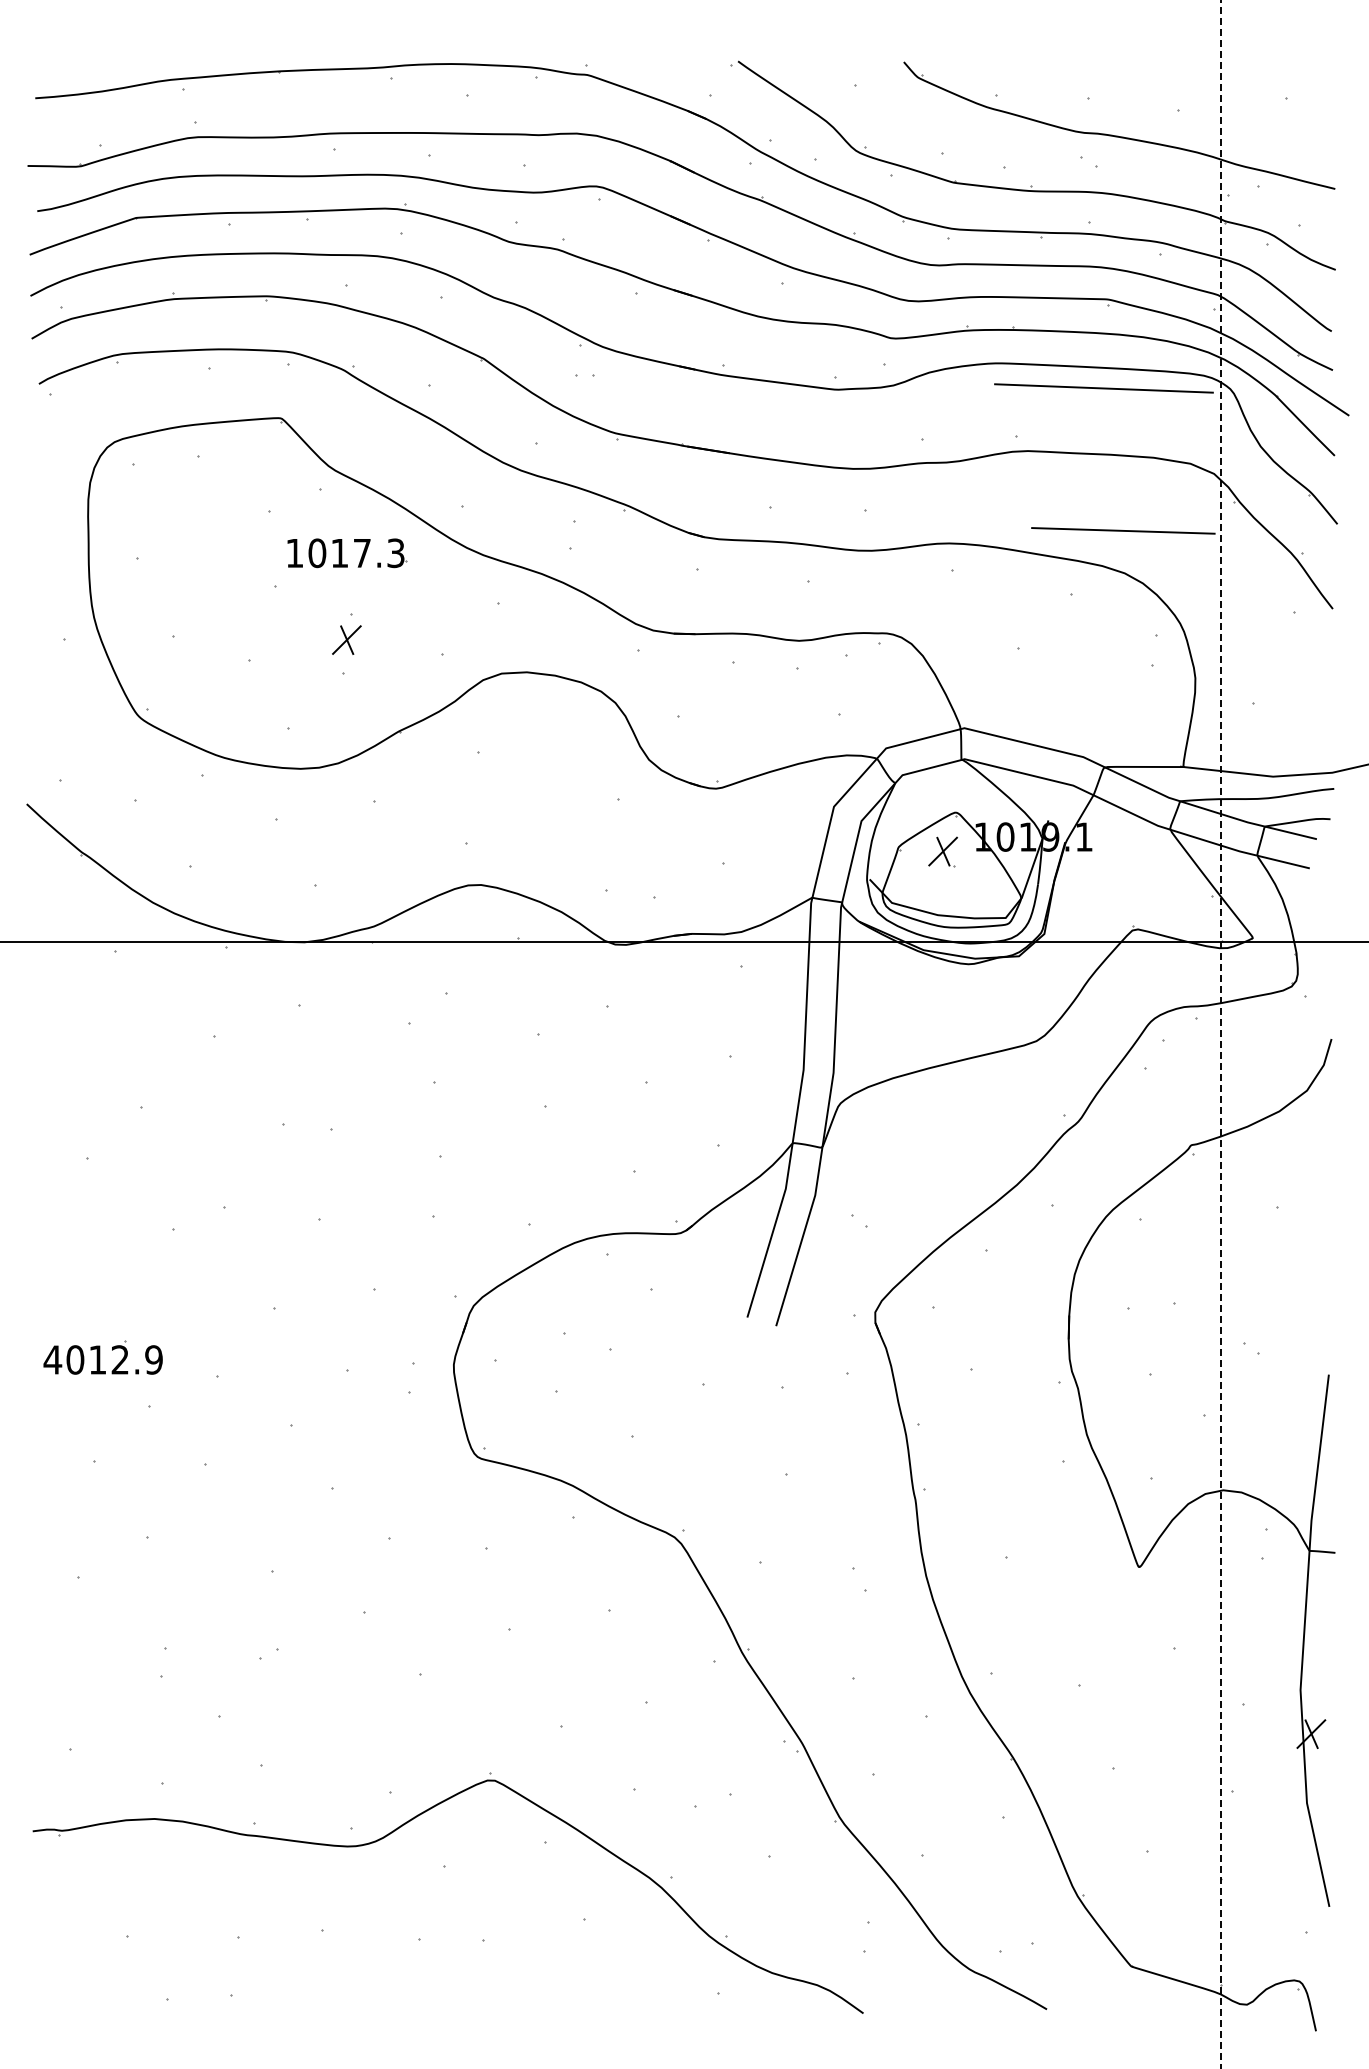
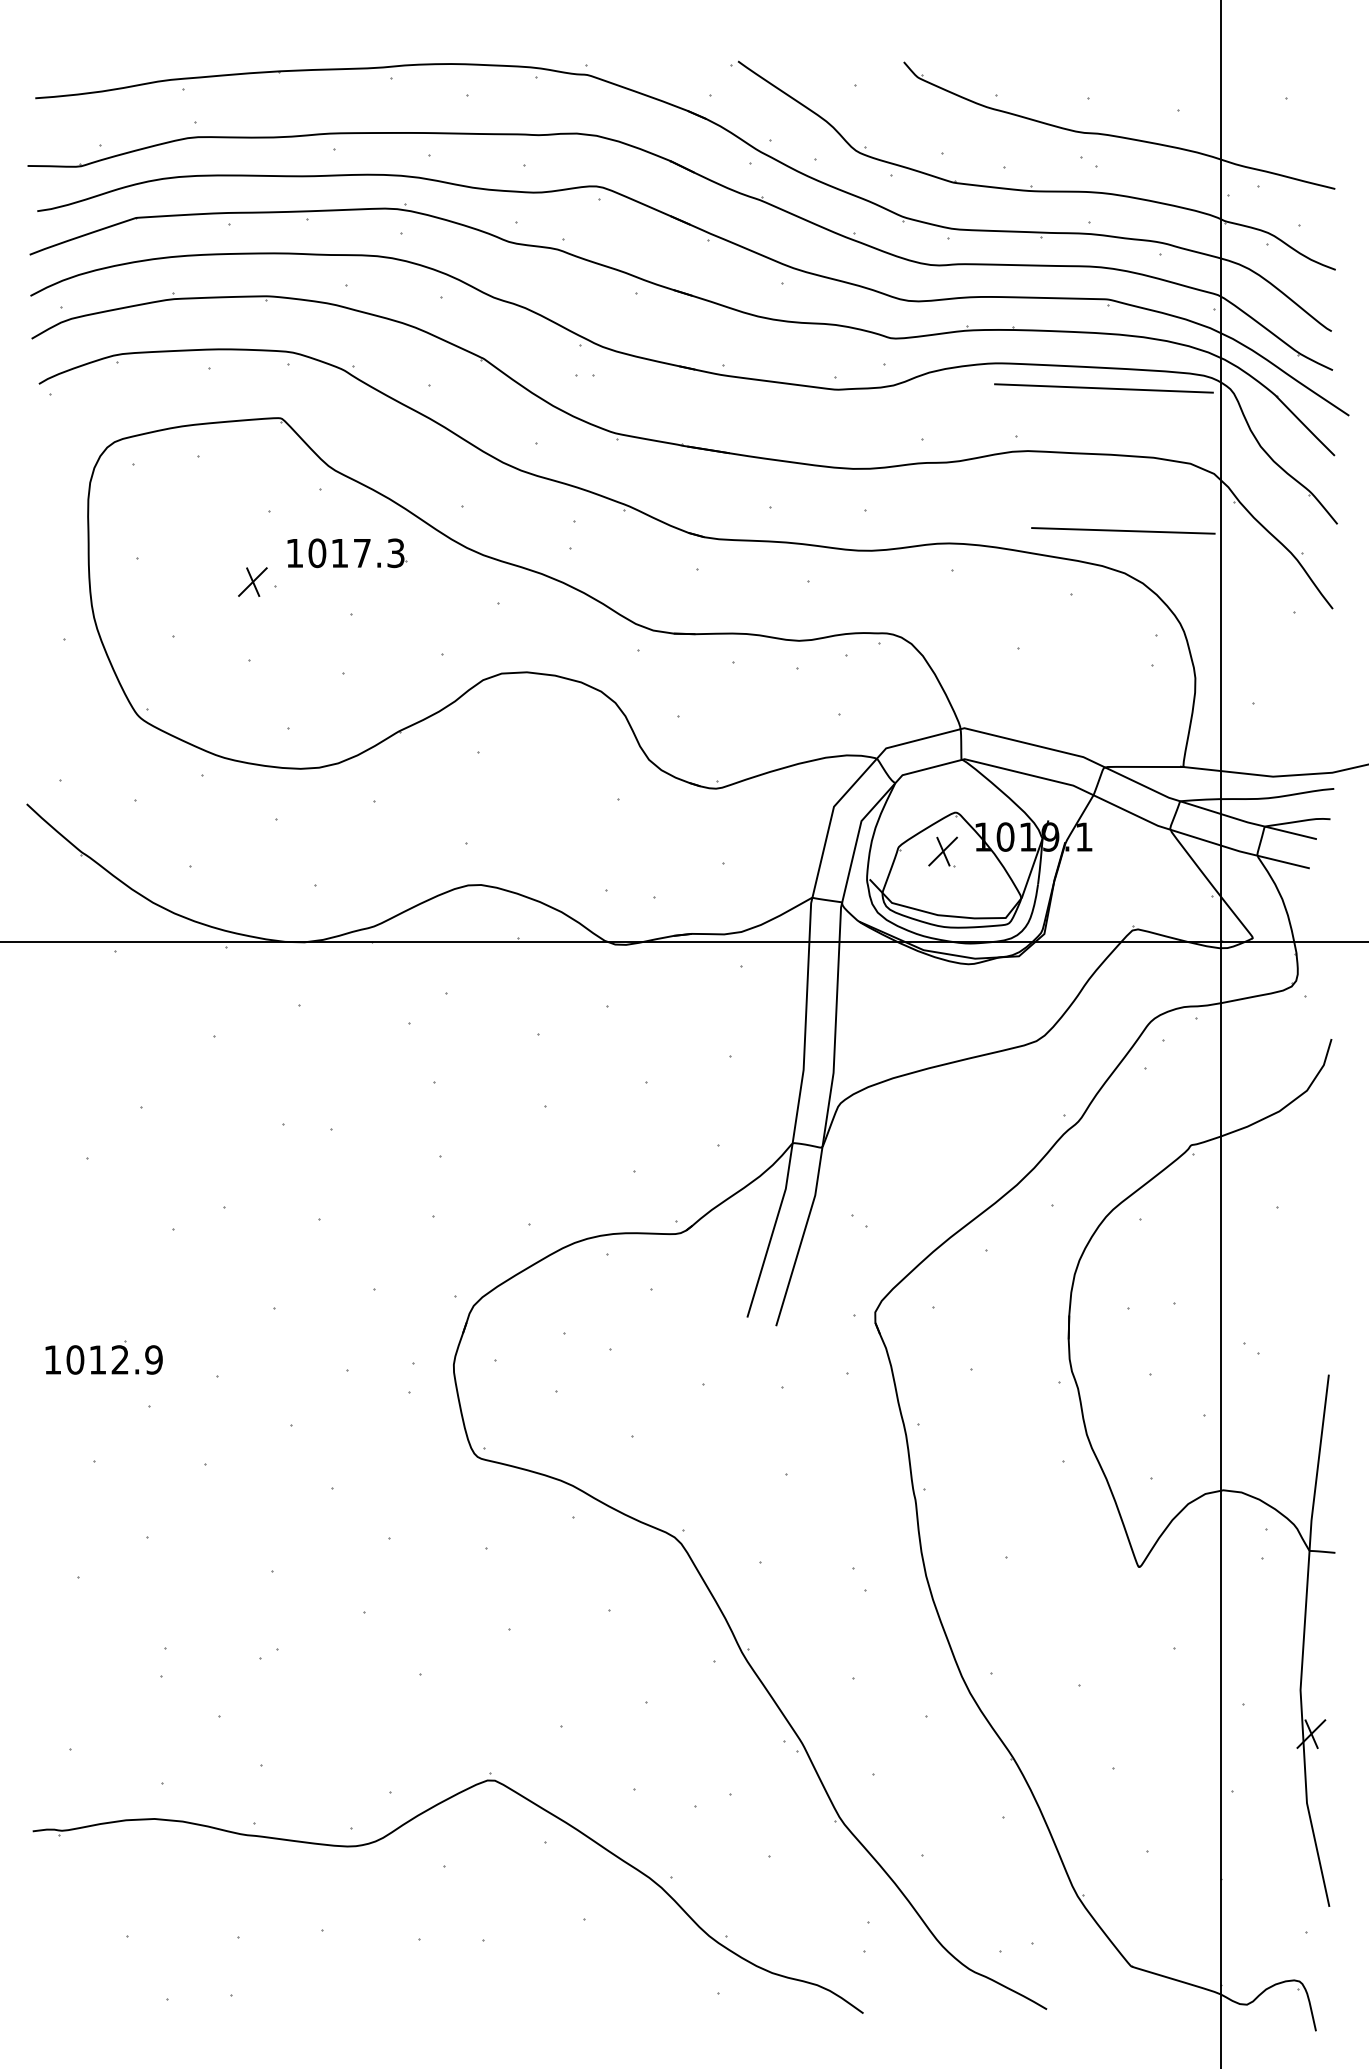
part at (346, 639) position: (346, 639) -> (252, 581)
line at (1220, 1035): dashed -> solid
text at (52, 1359): 4012.9 -> 1012.9
